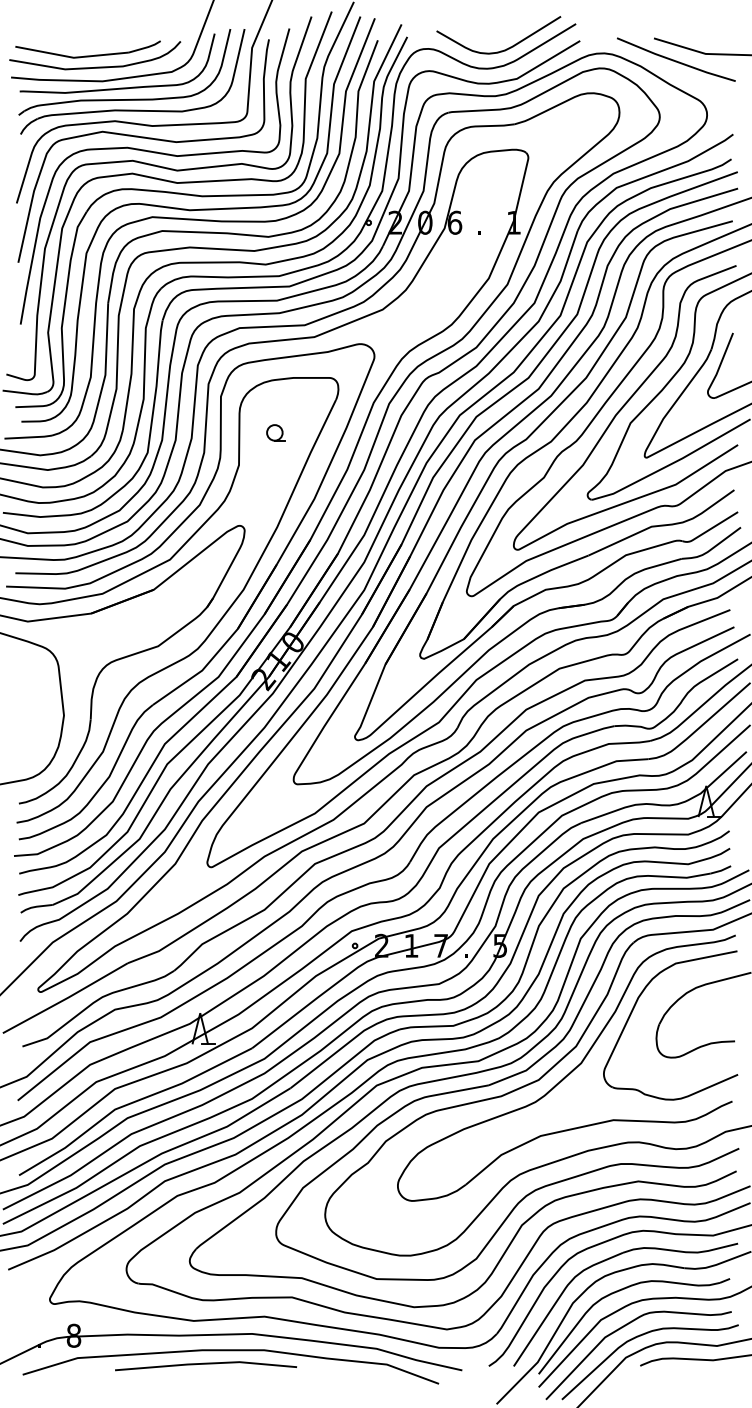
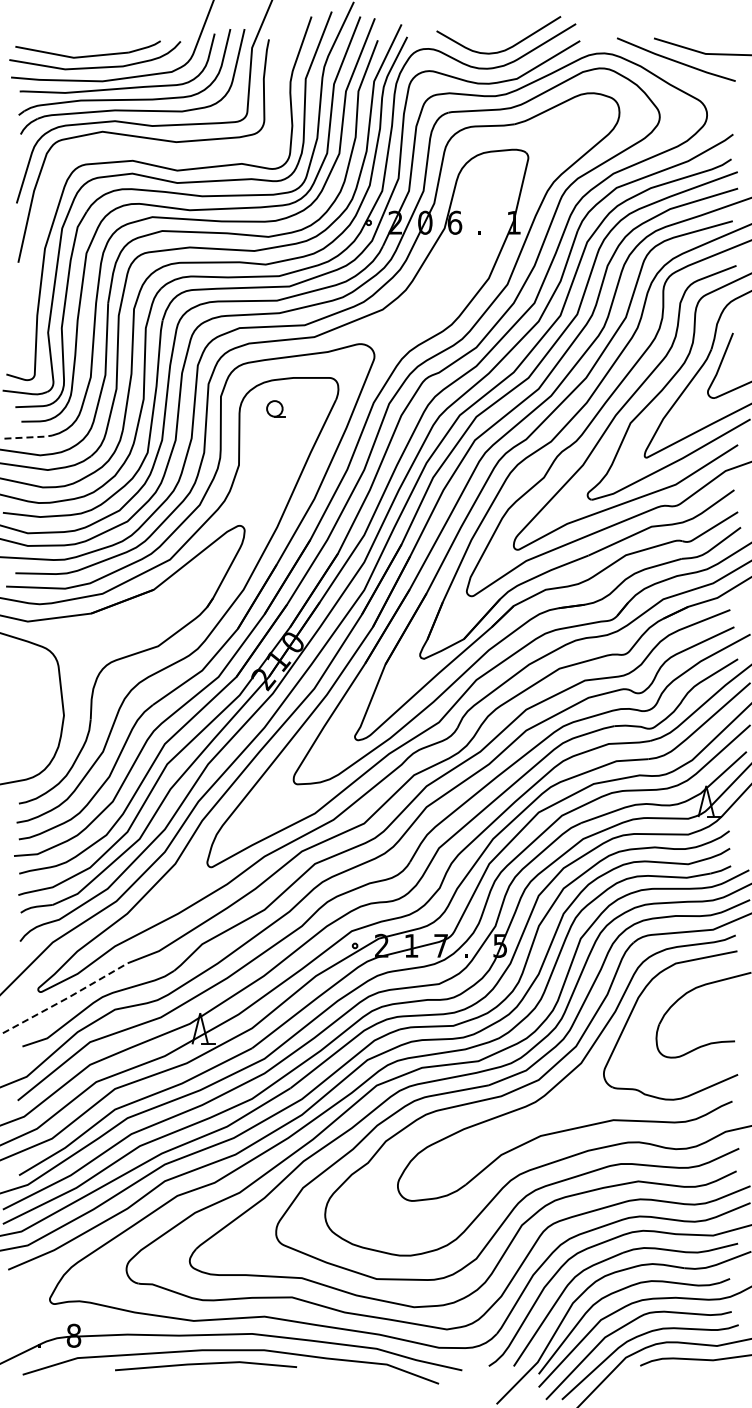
curve at (160, 154): present -> none
part at (275, 432) position: (275, 432) -> (275, 408)
line at (29, 437): solid -> dashed
line at (66, 998): solid -> dashed
